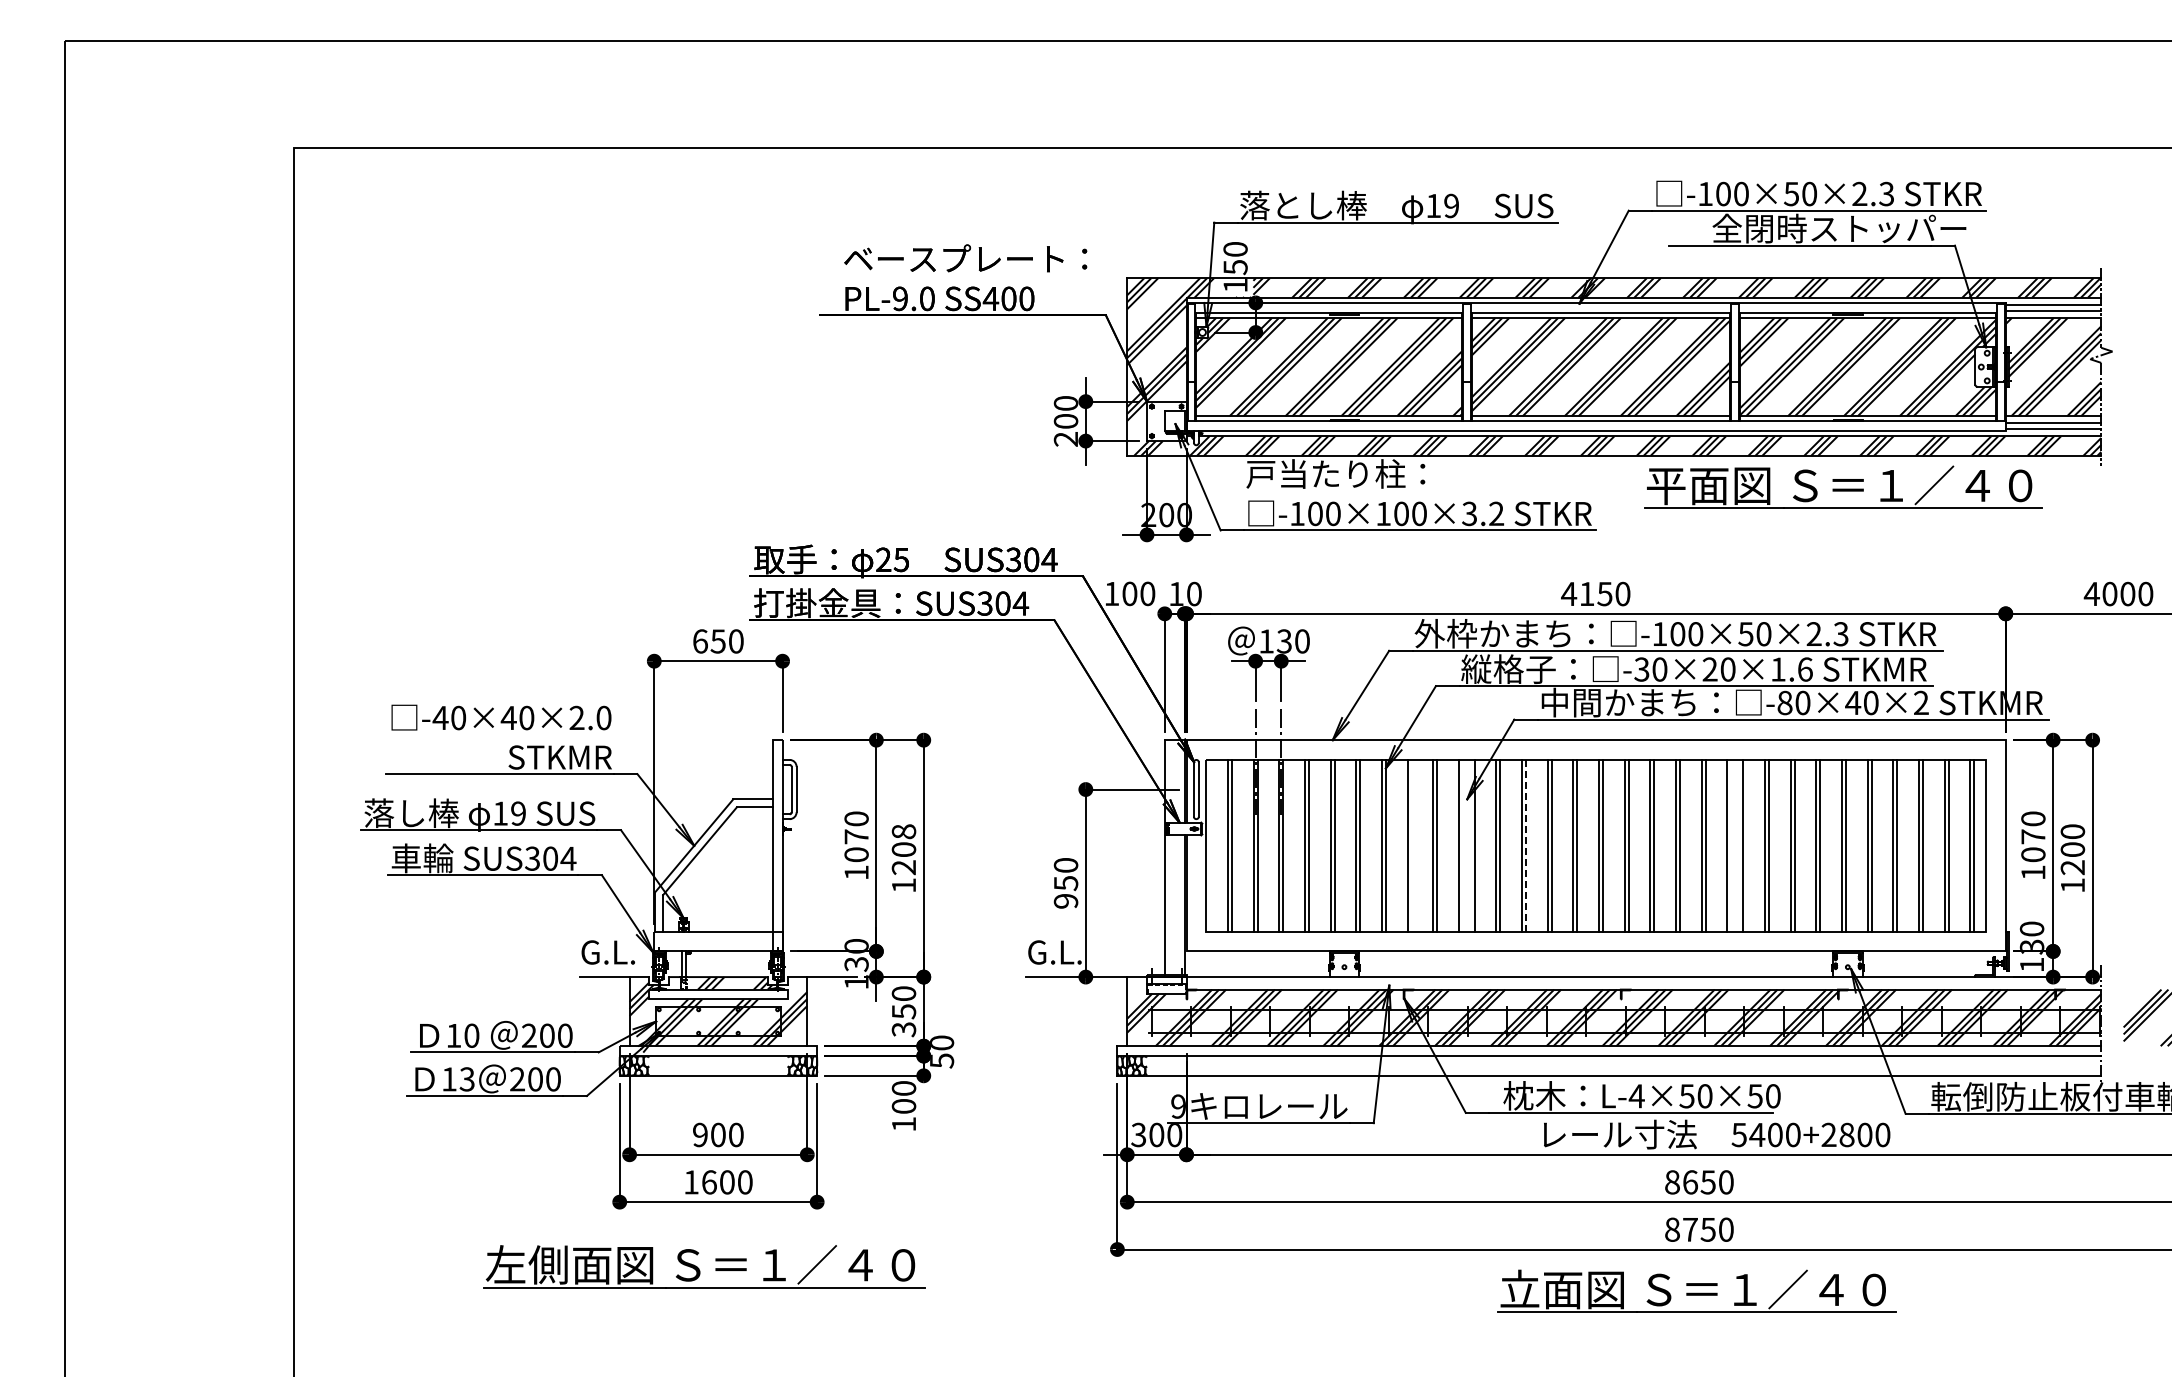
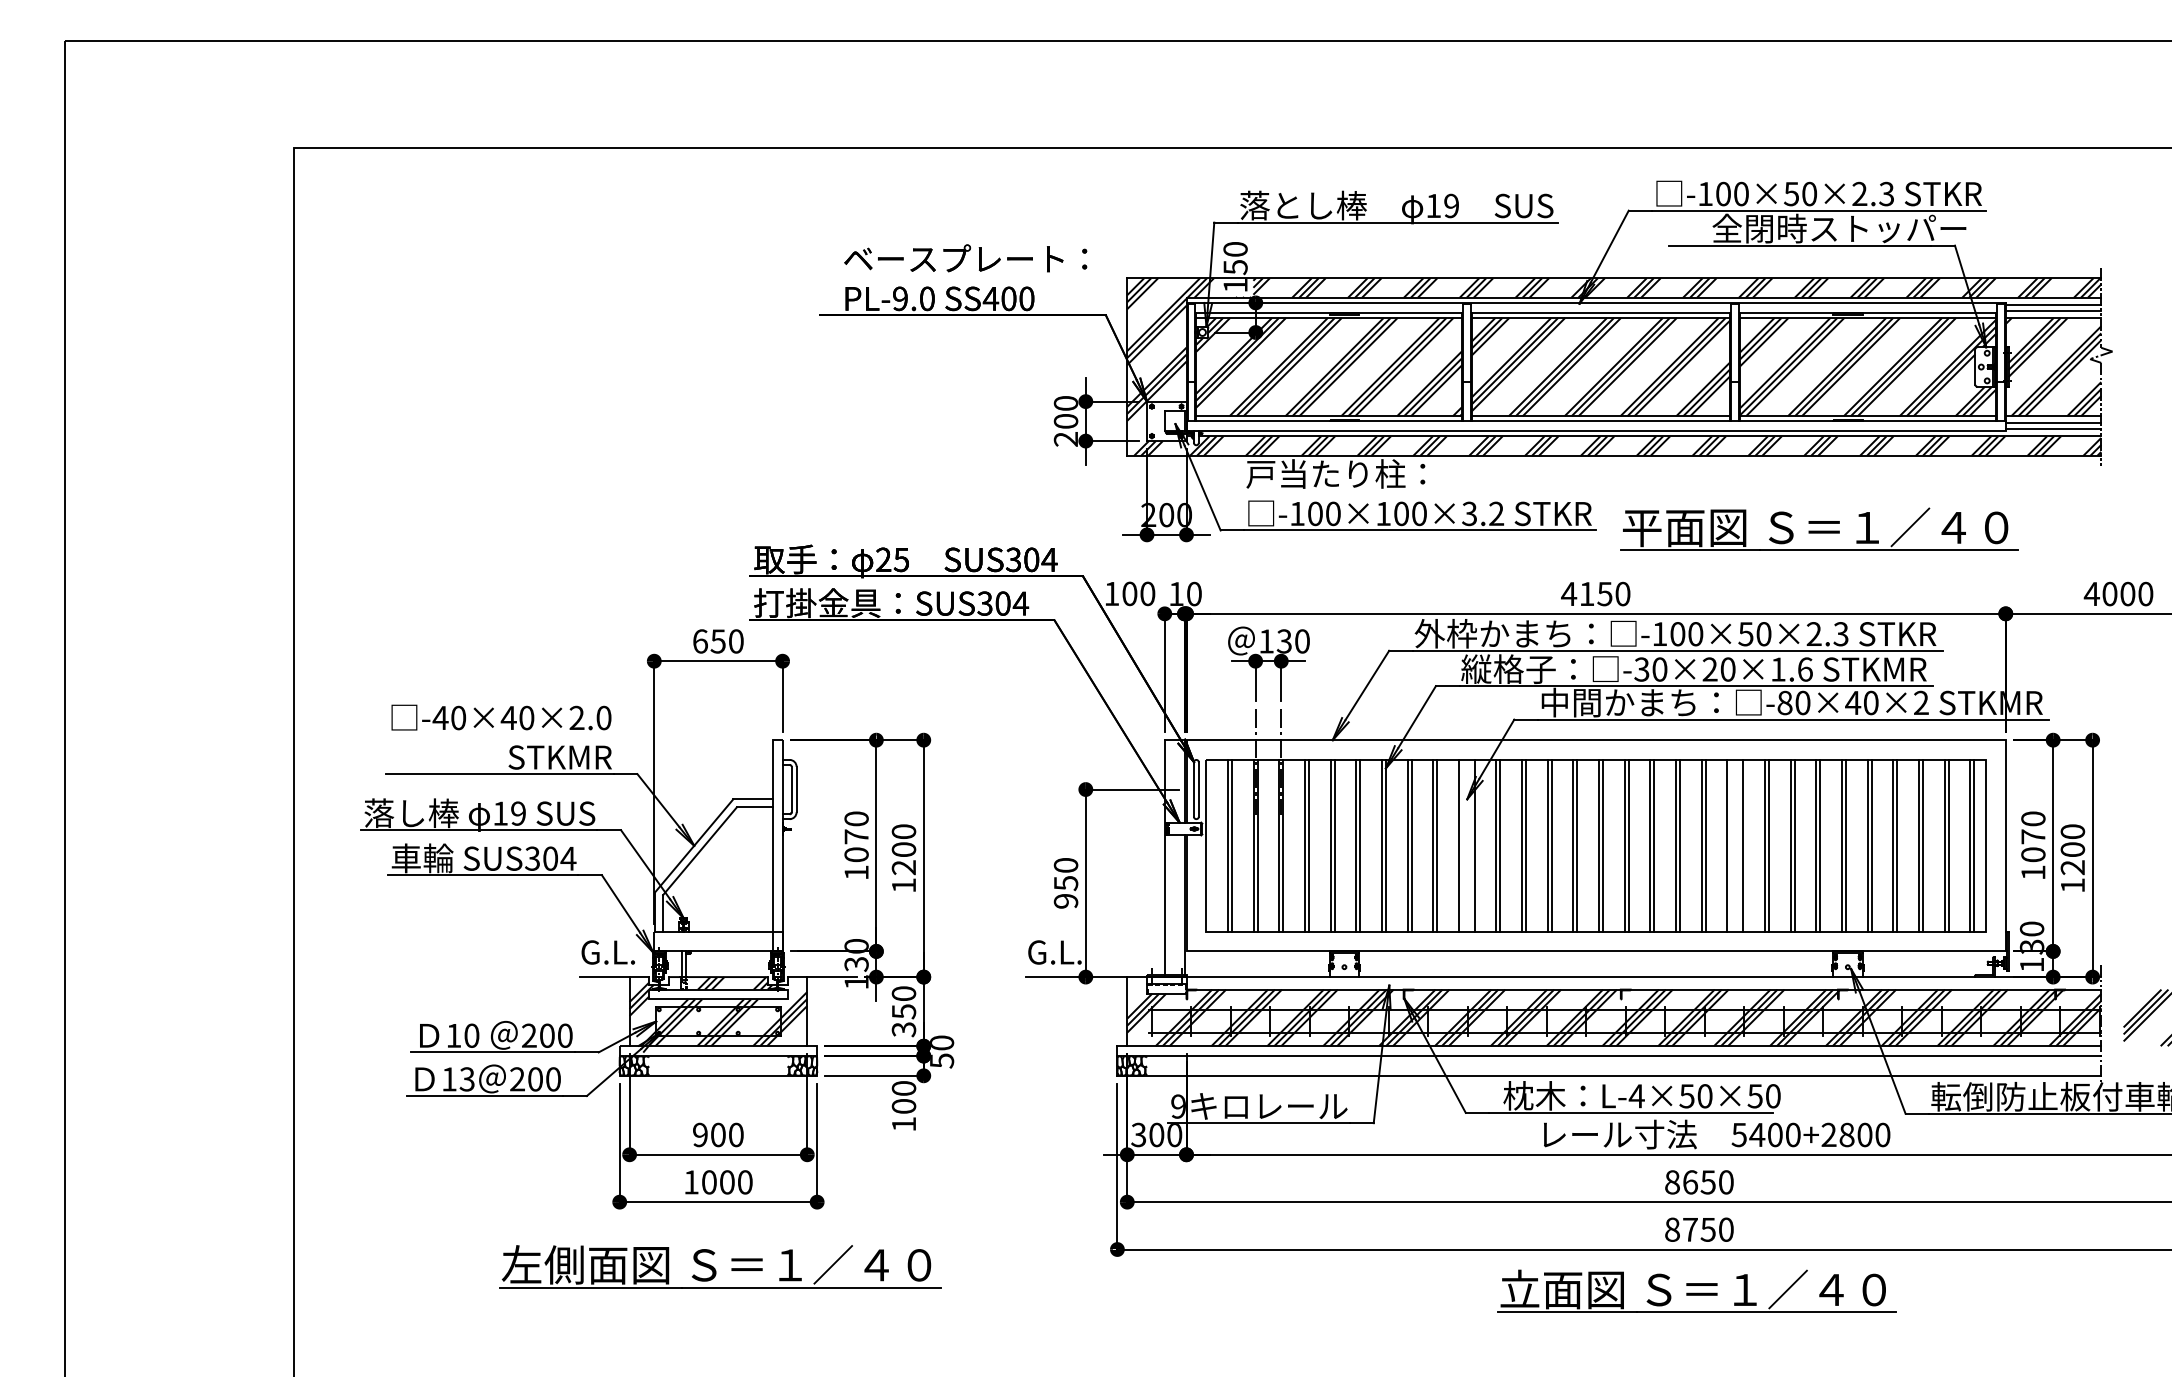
part at (1843, 486) position: (1843, 486) -> (1819, 528)
text at (903, 831): 1208 -> 1200
line at (1411, 845): none -> present
line at (1526, 845): dashed -> solid
text at (709, 1182): 1600 -> 1000
part at (704, 1266) position: (704, 1266) -> (720, 1266)
